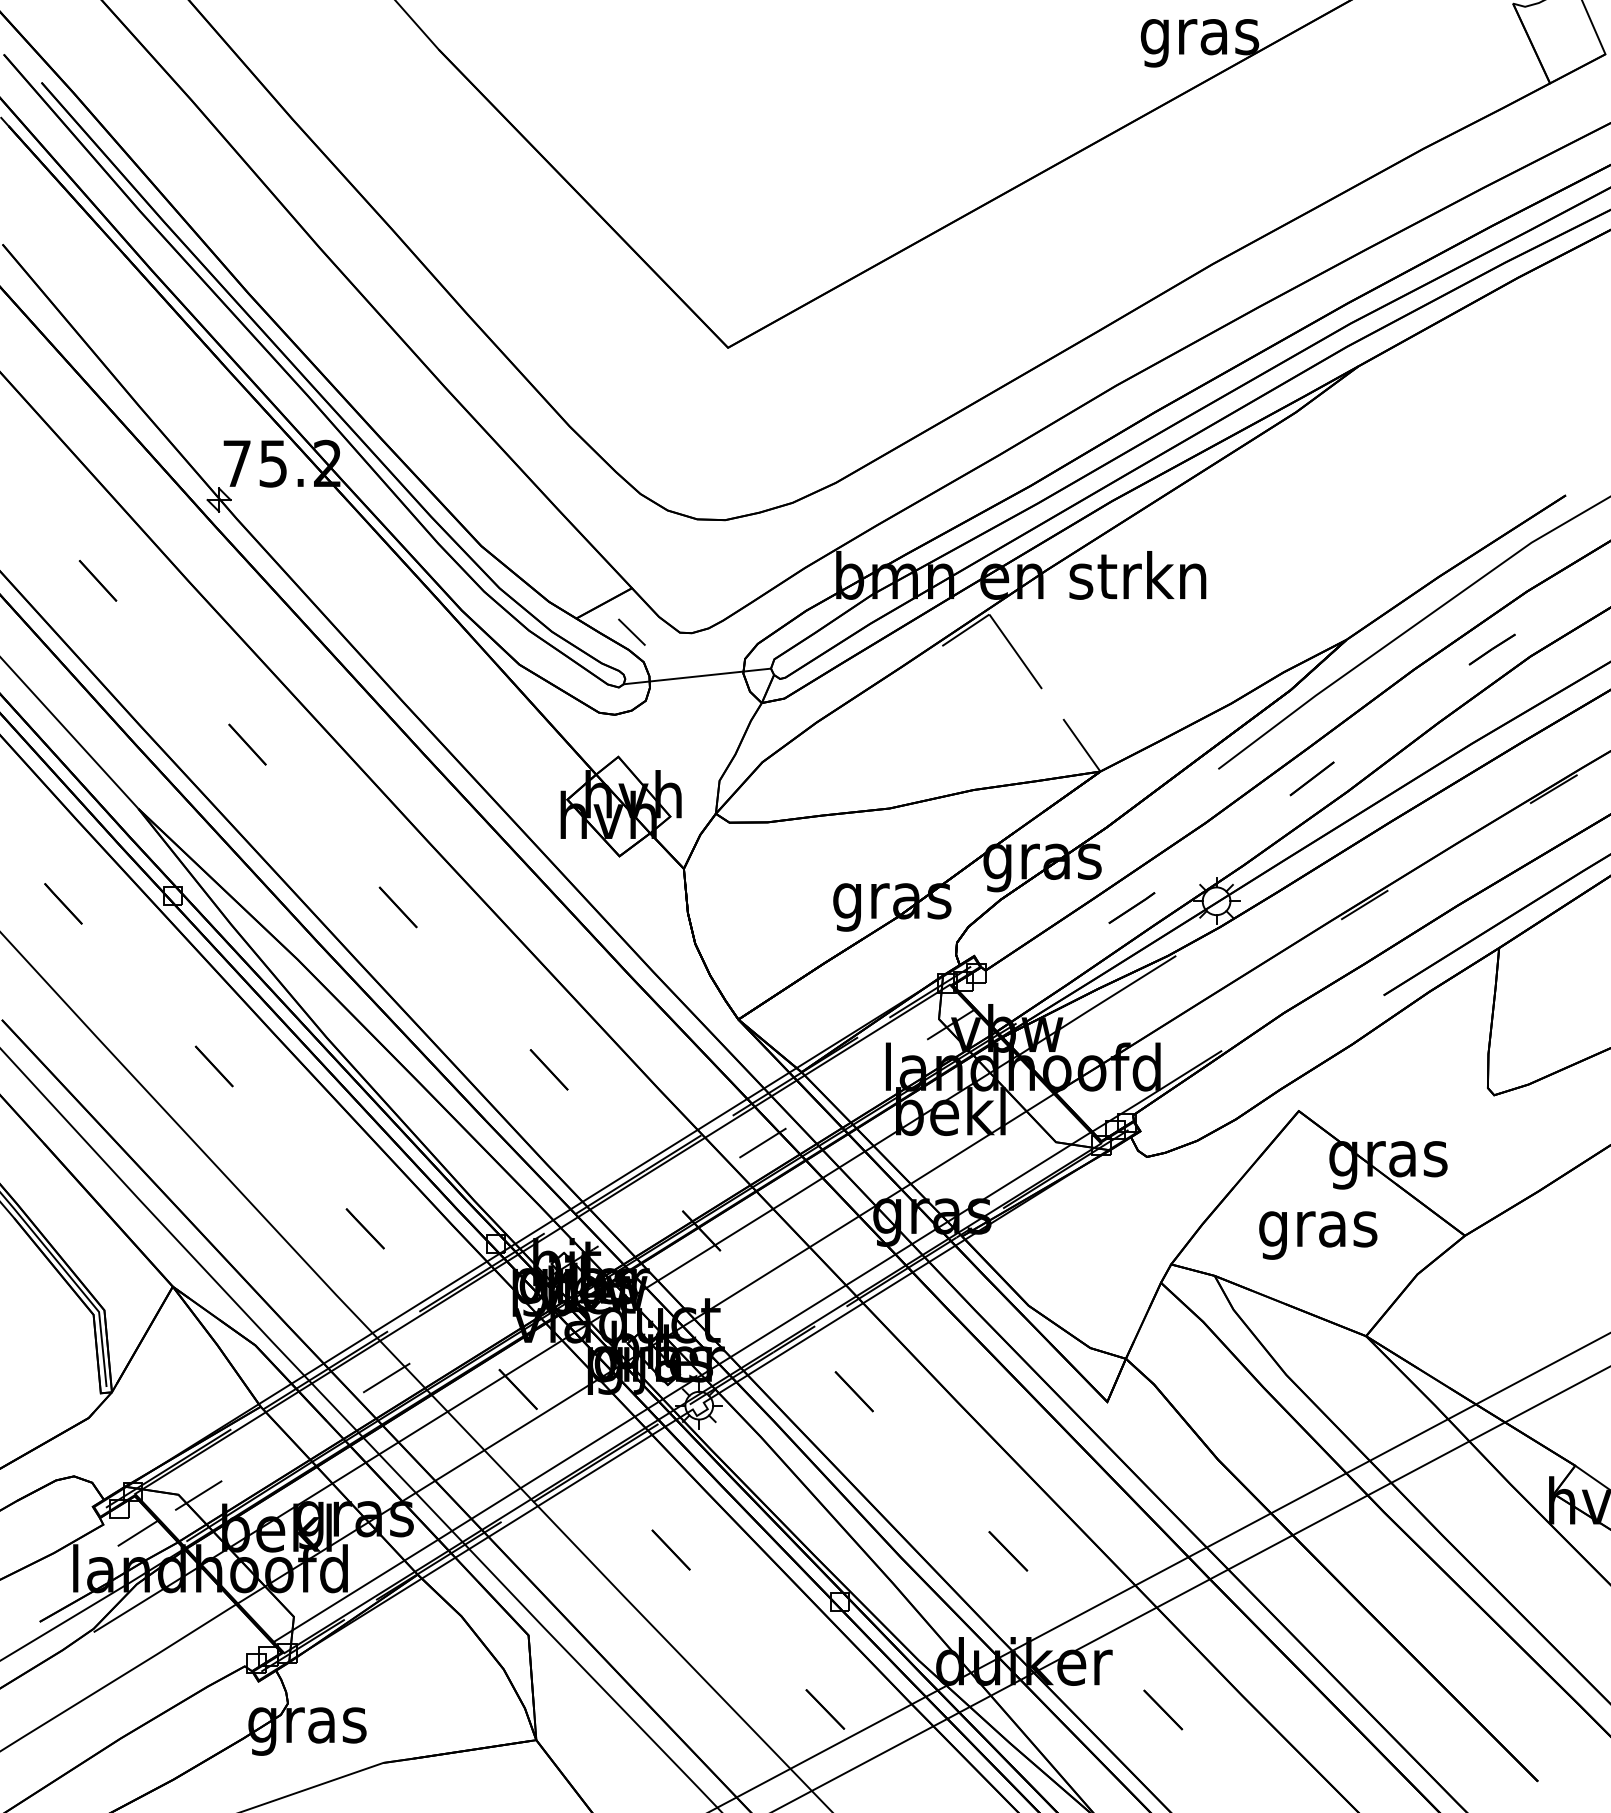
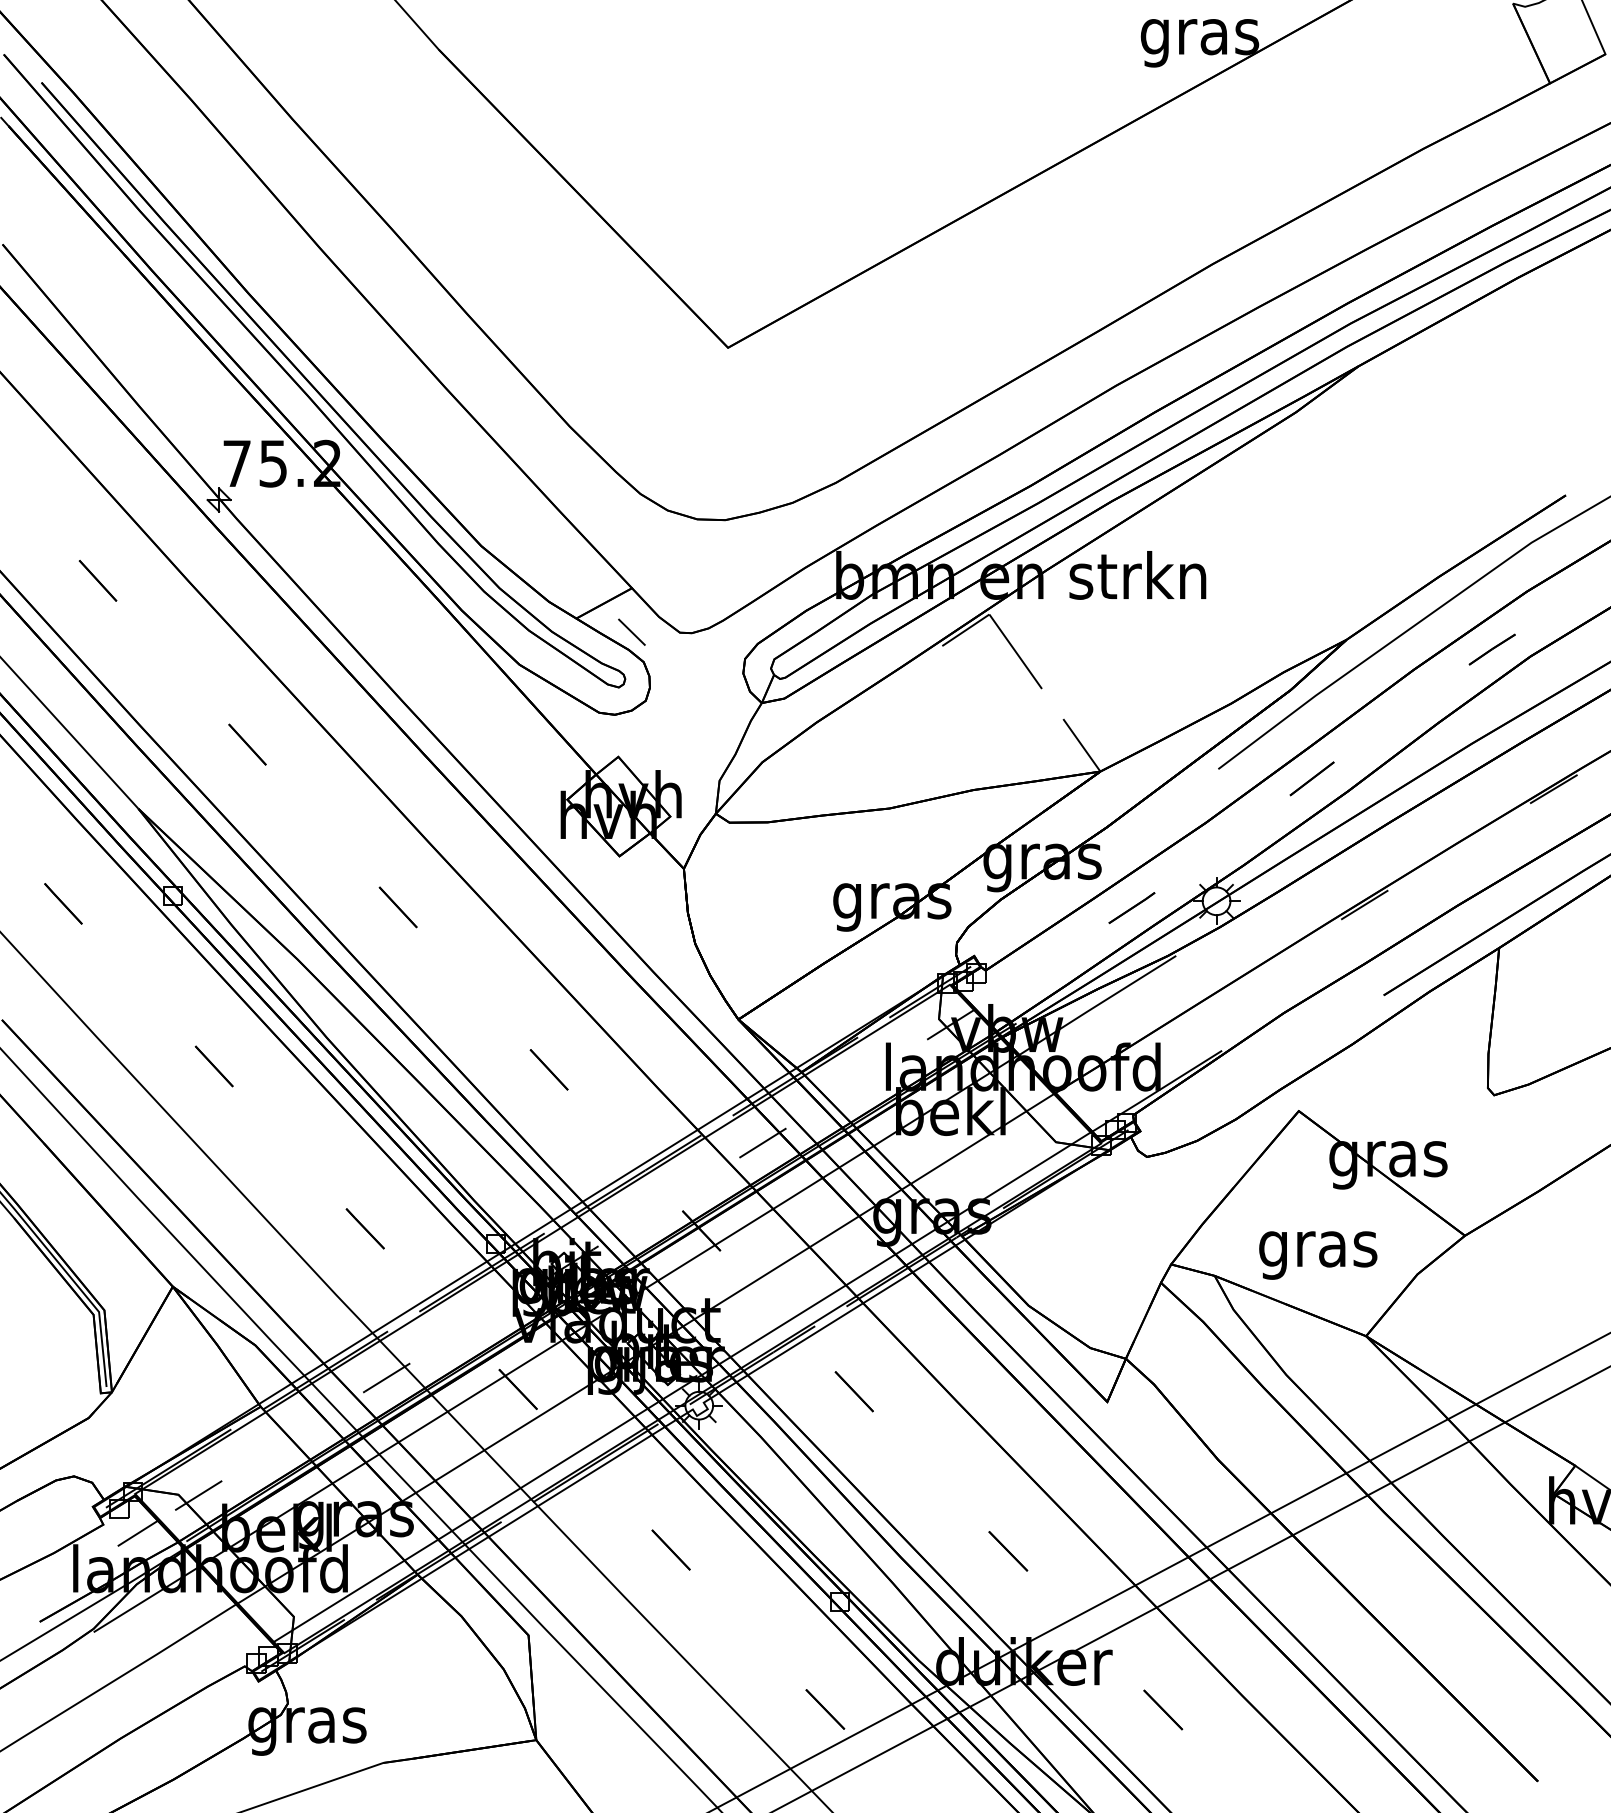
line at (697, 676): present -> none
text at (1318, 1235) position: (1318, 1235) -> (1318, 1255)
